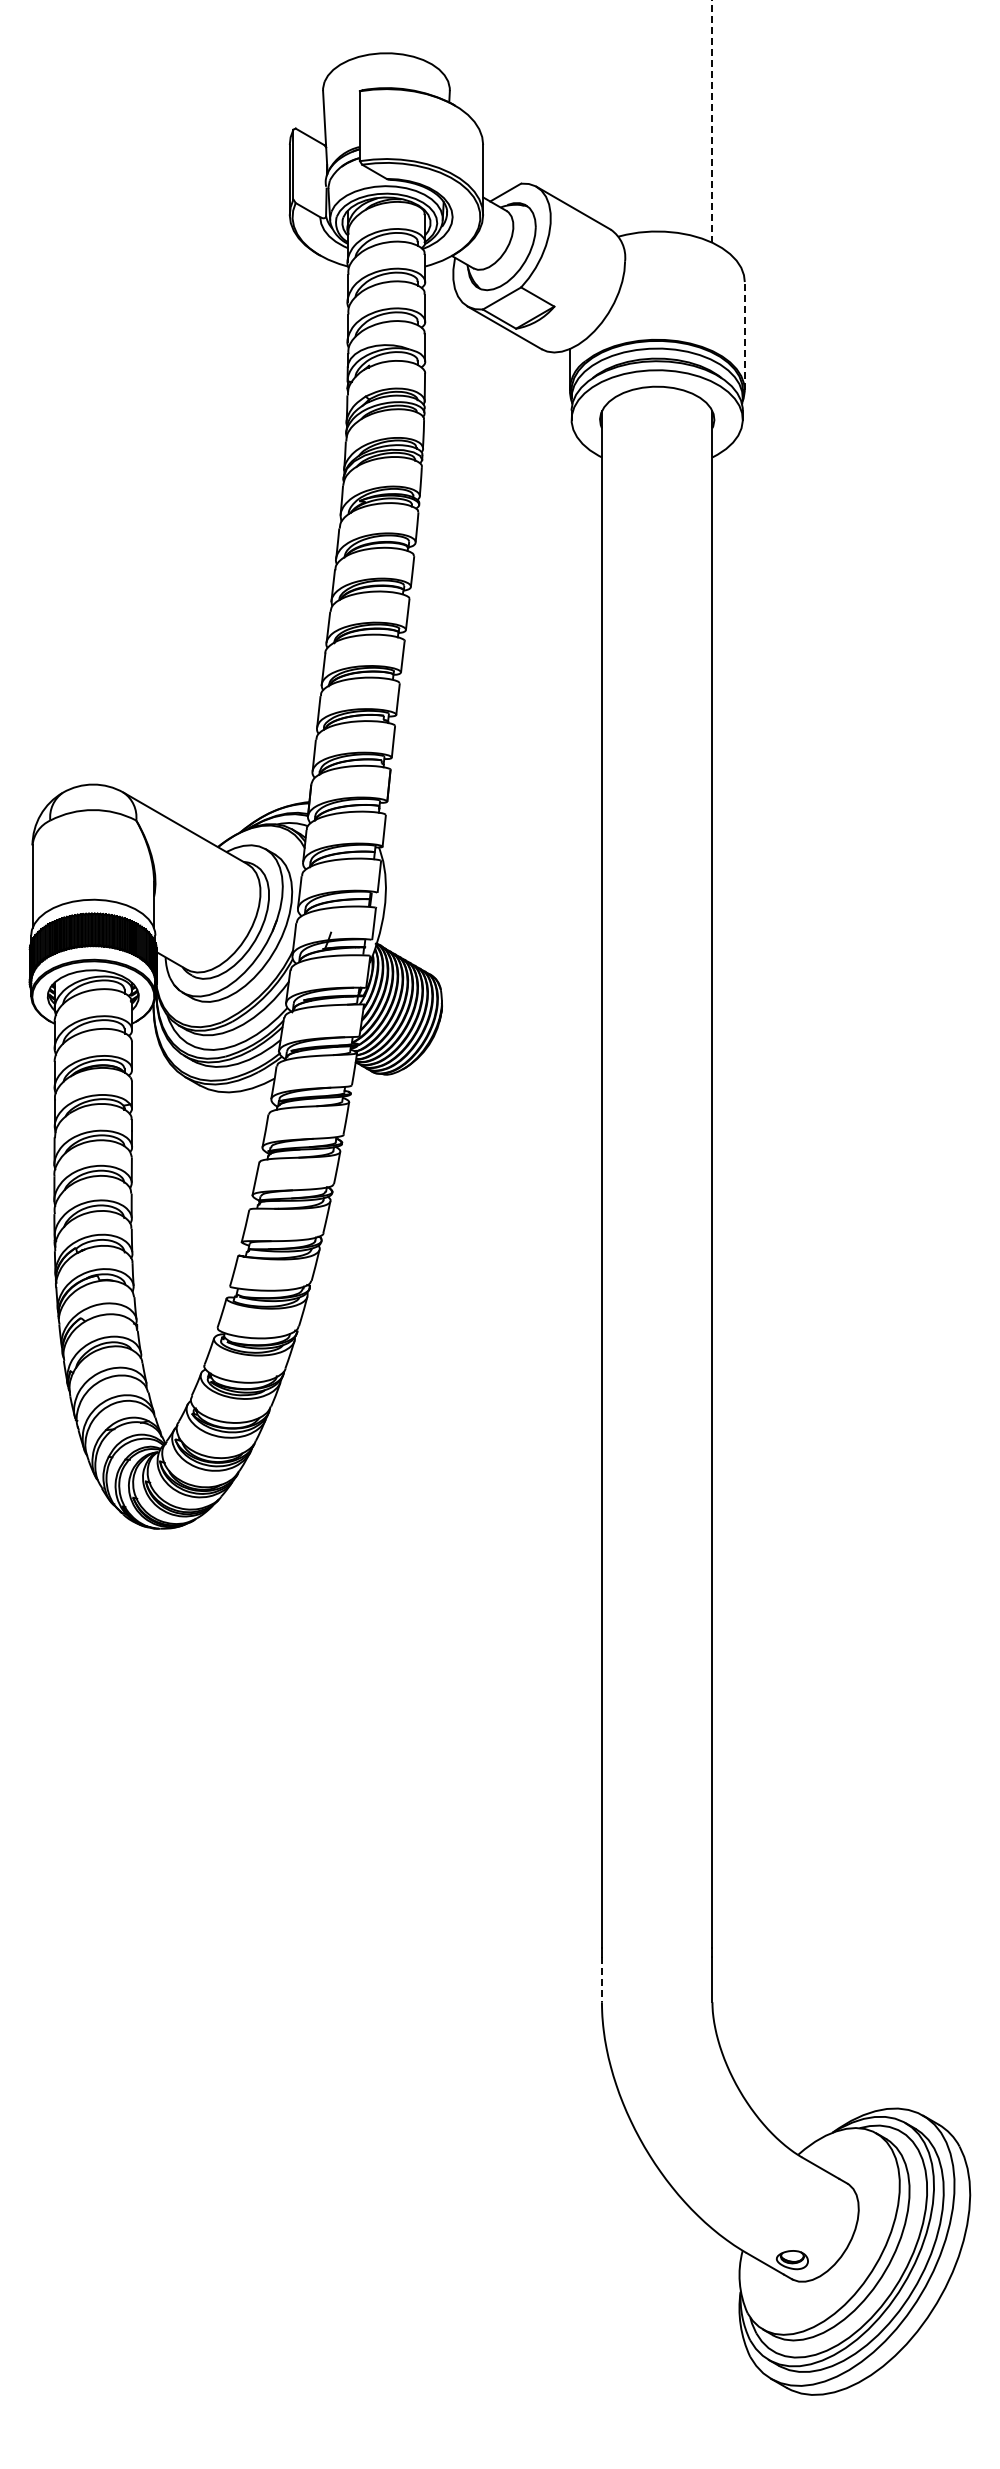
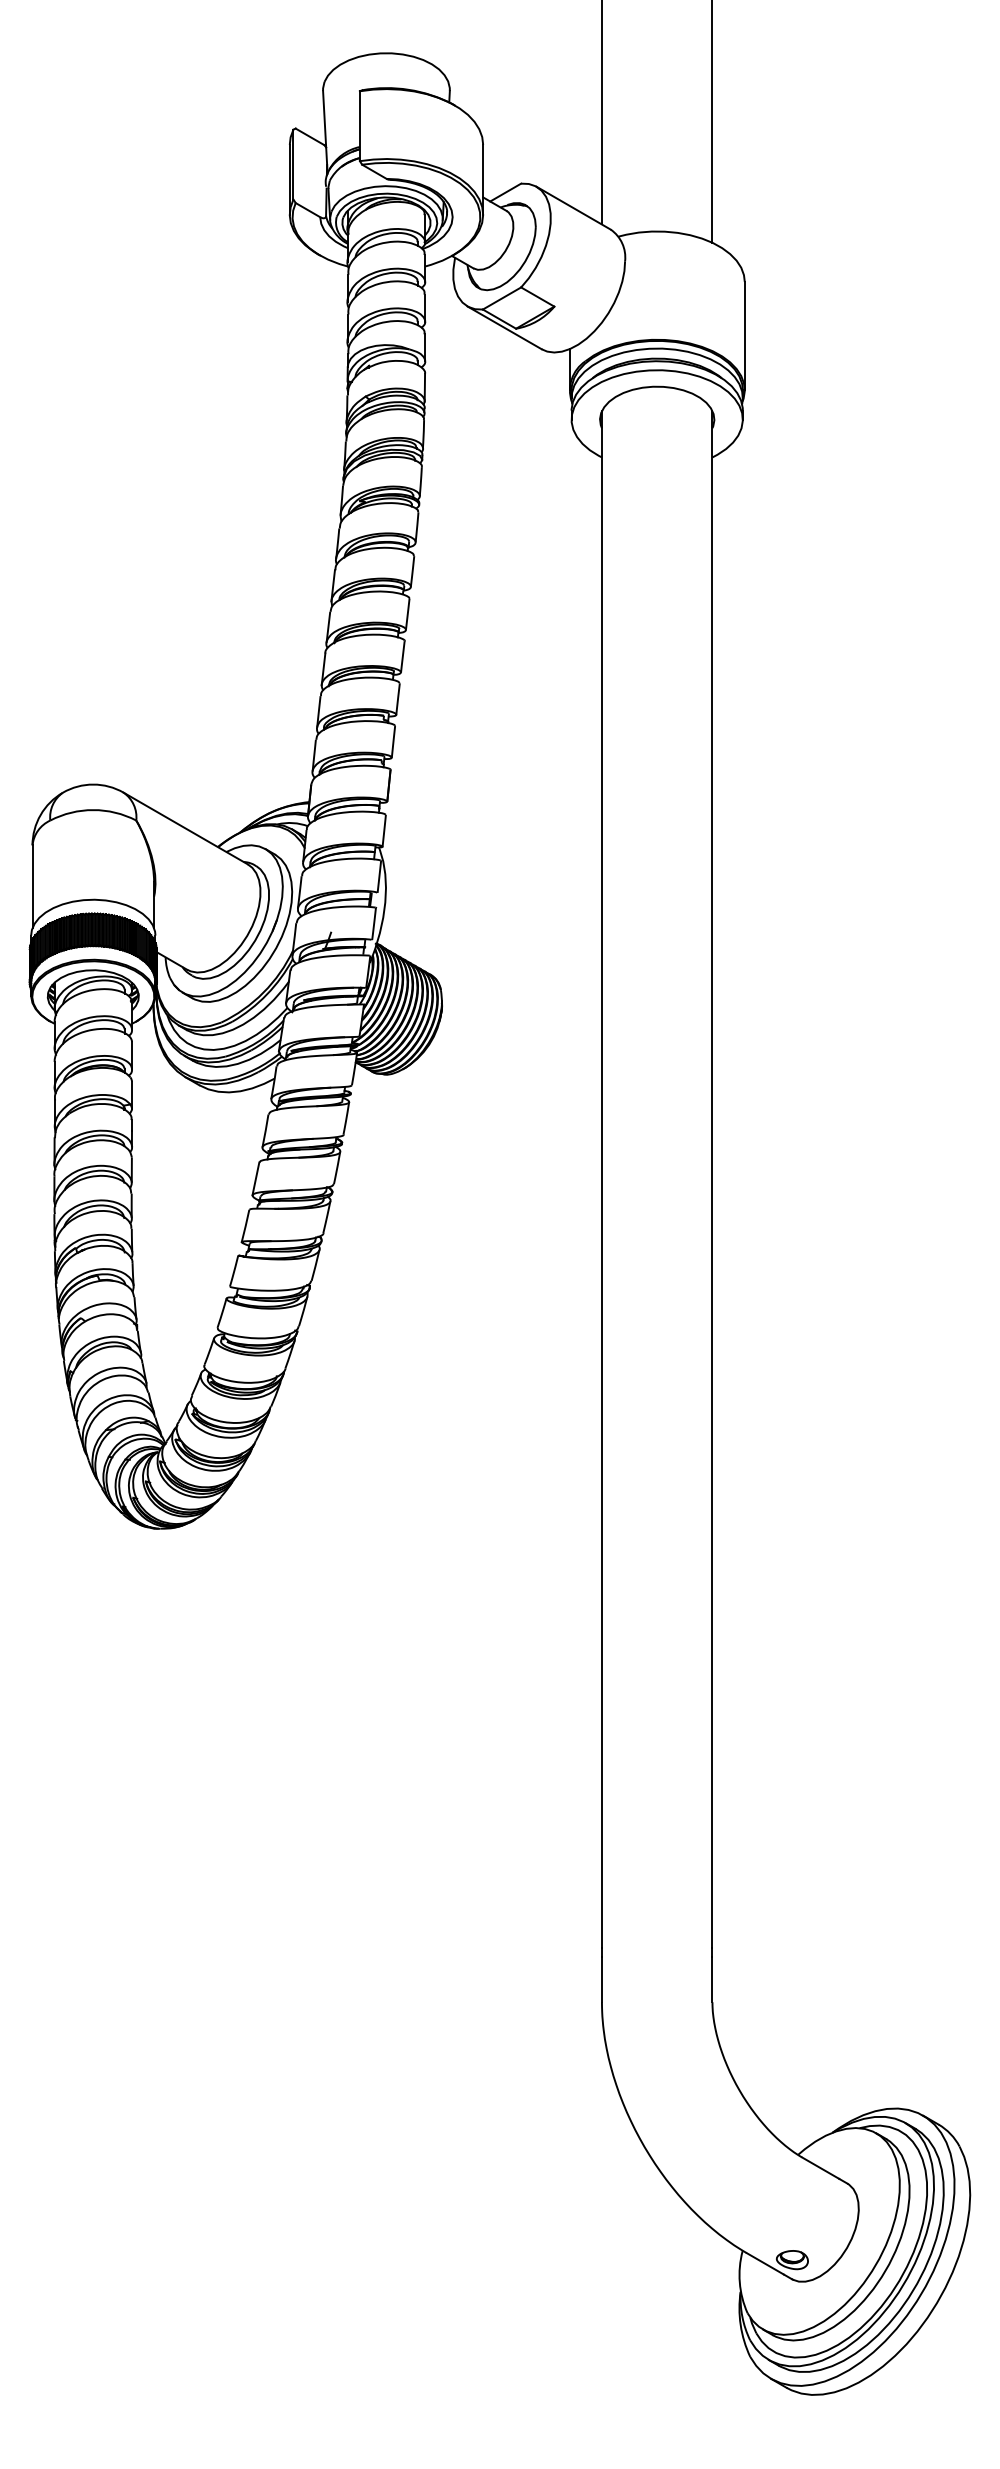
line at (601, 113): none -> present
line at (712, 121): dashed -> solid
line at (744, 335): dashed -> solid
line at (601, 1979): dashed -> solid
